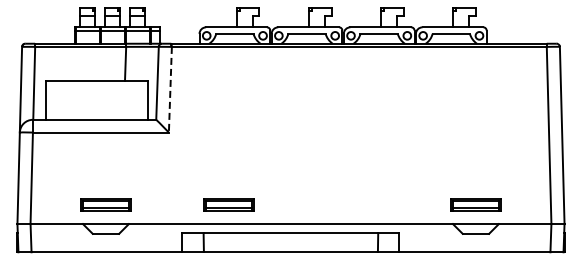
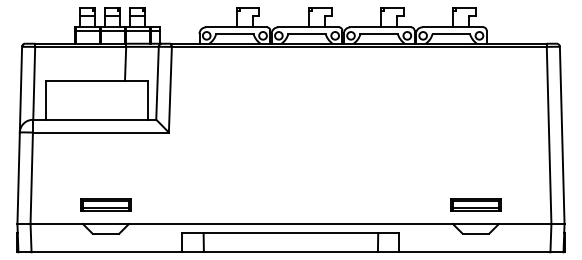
line at (170, 89): dashed -> solid
part at (228, 204): present -> none
